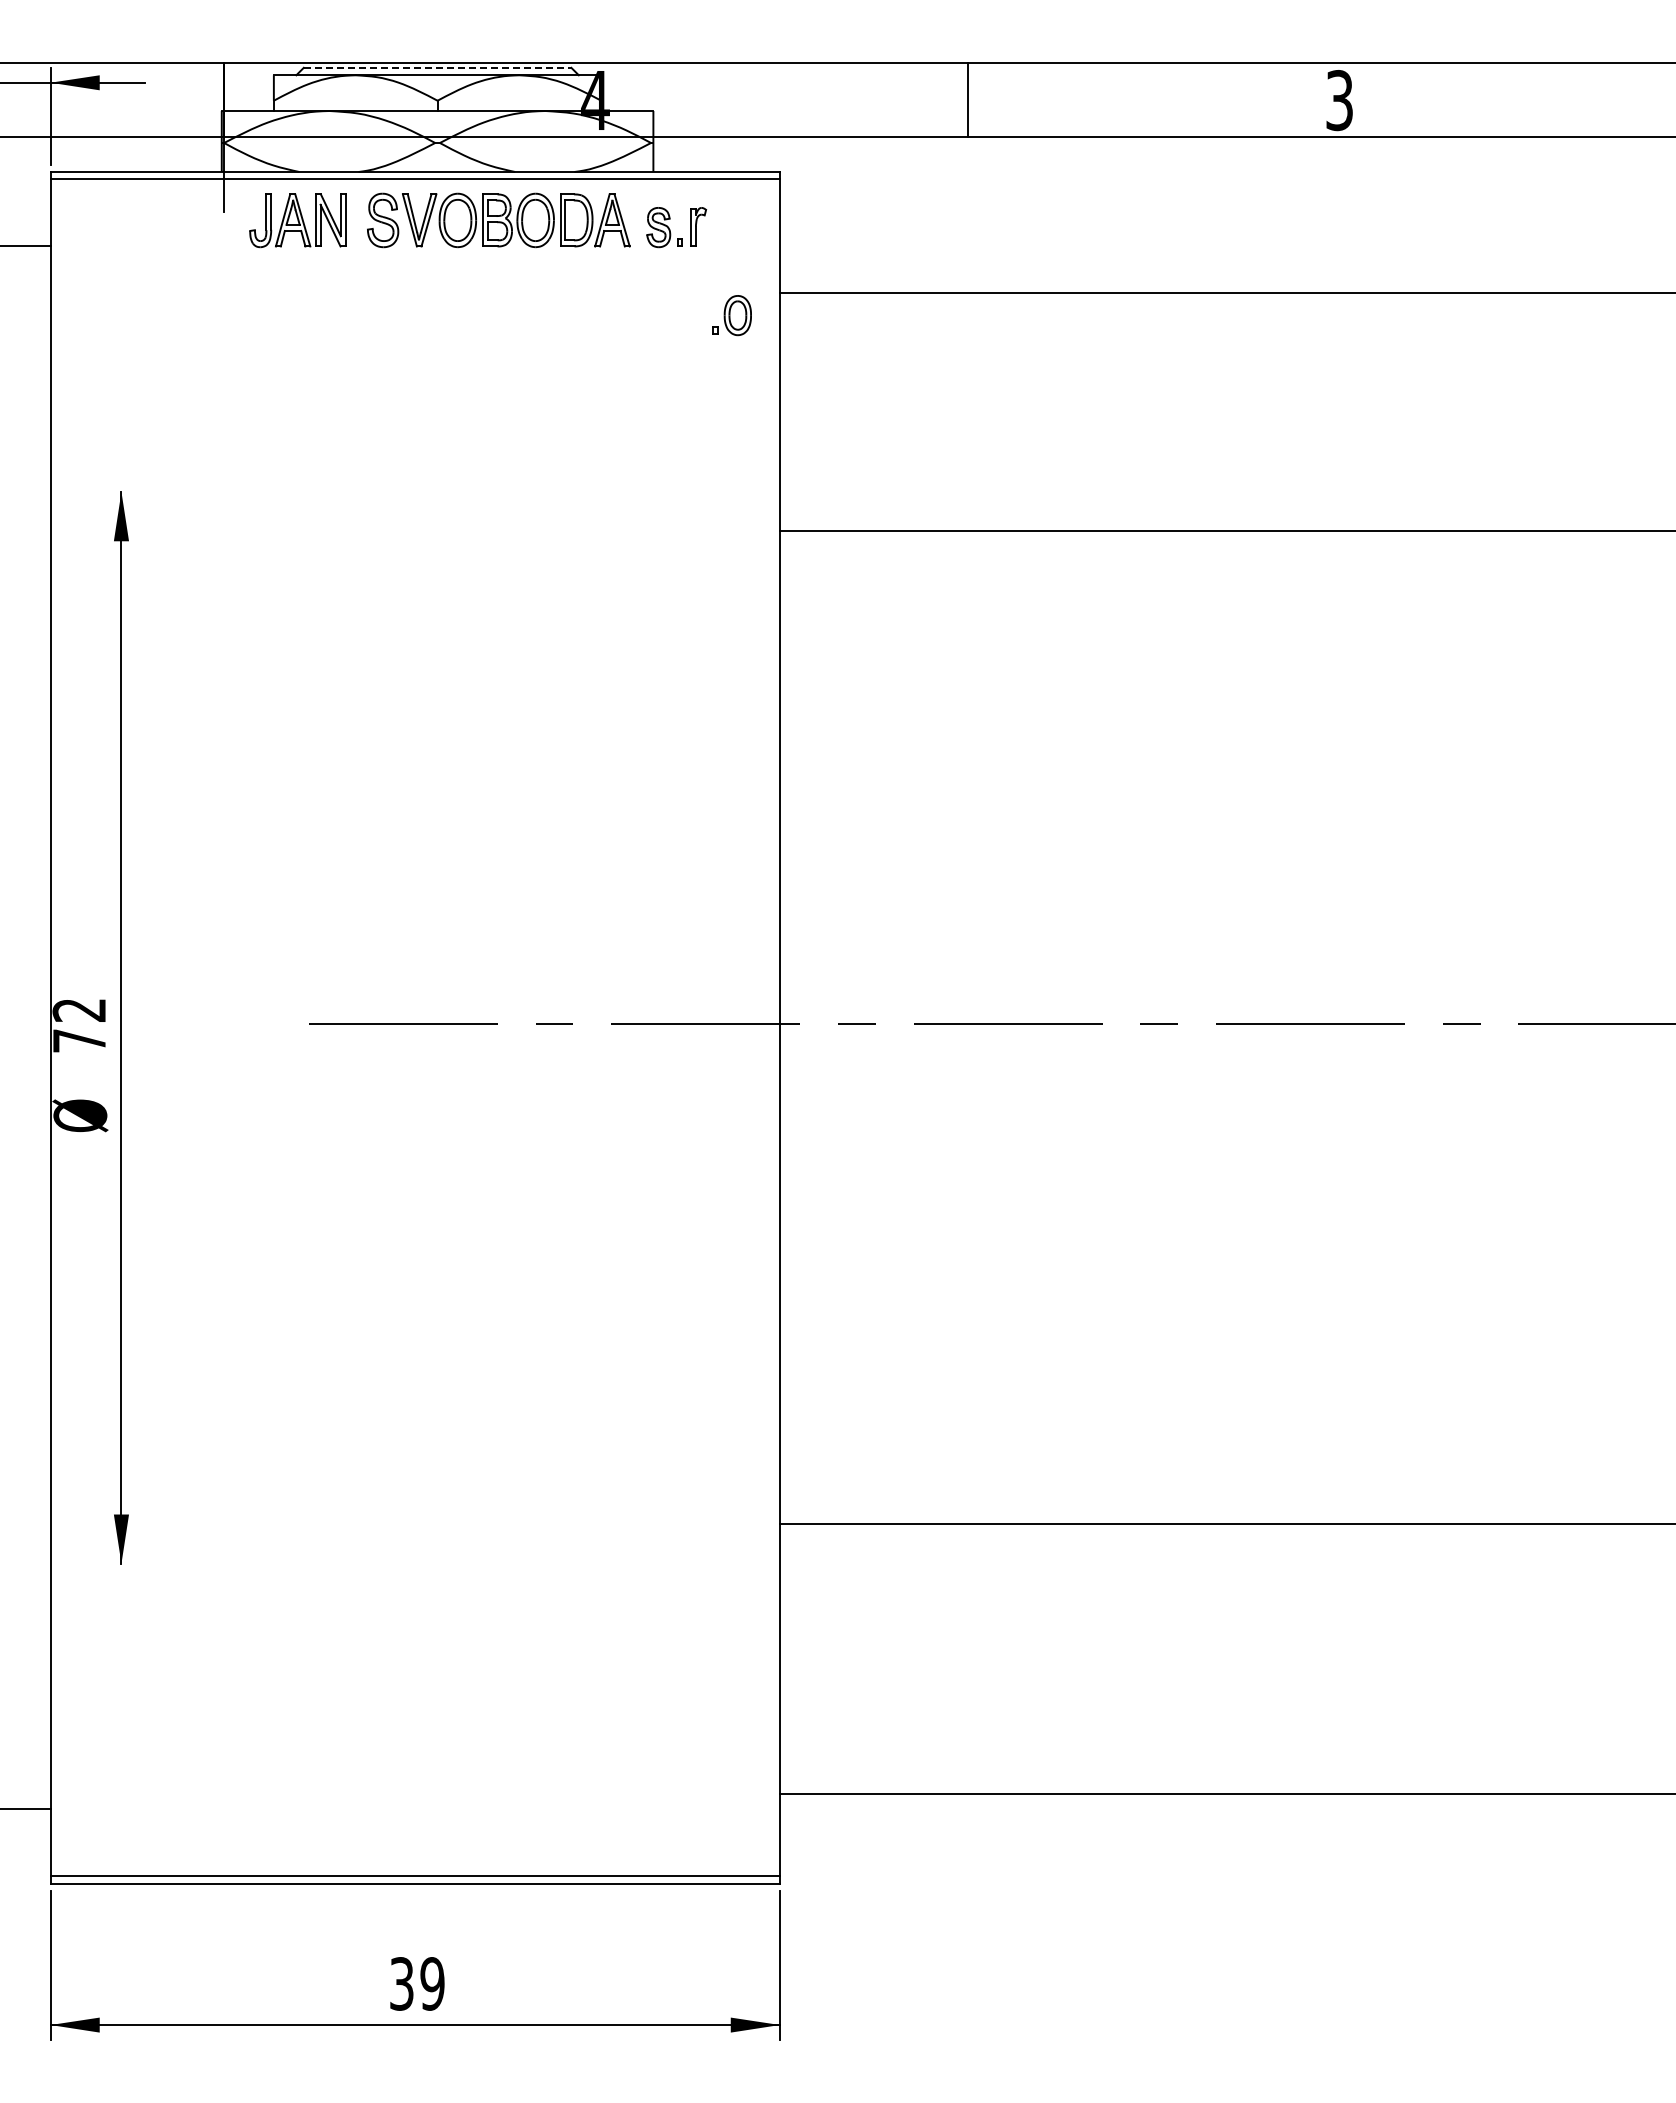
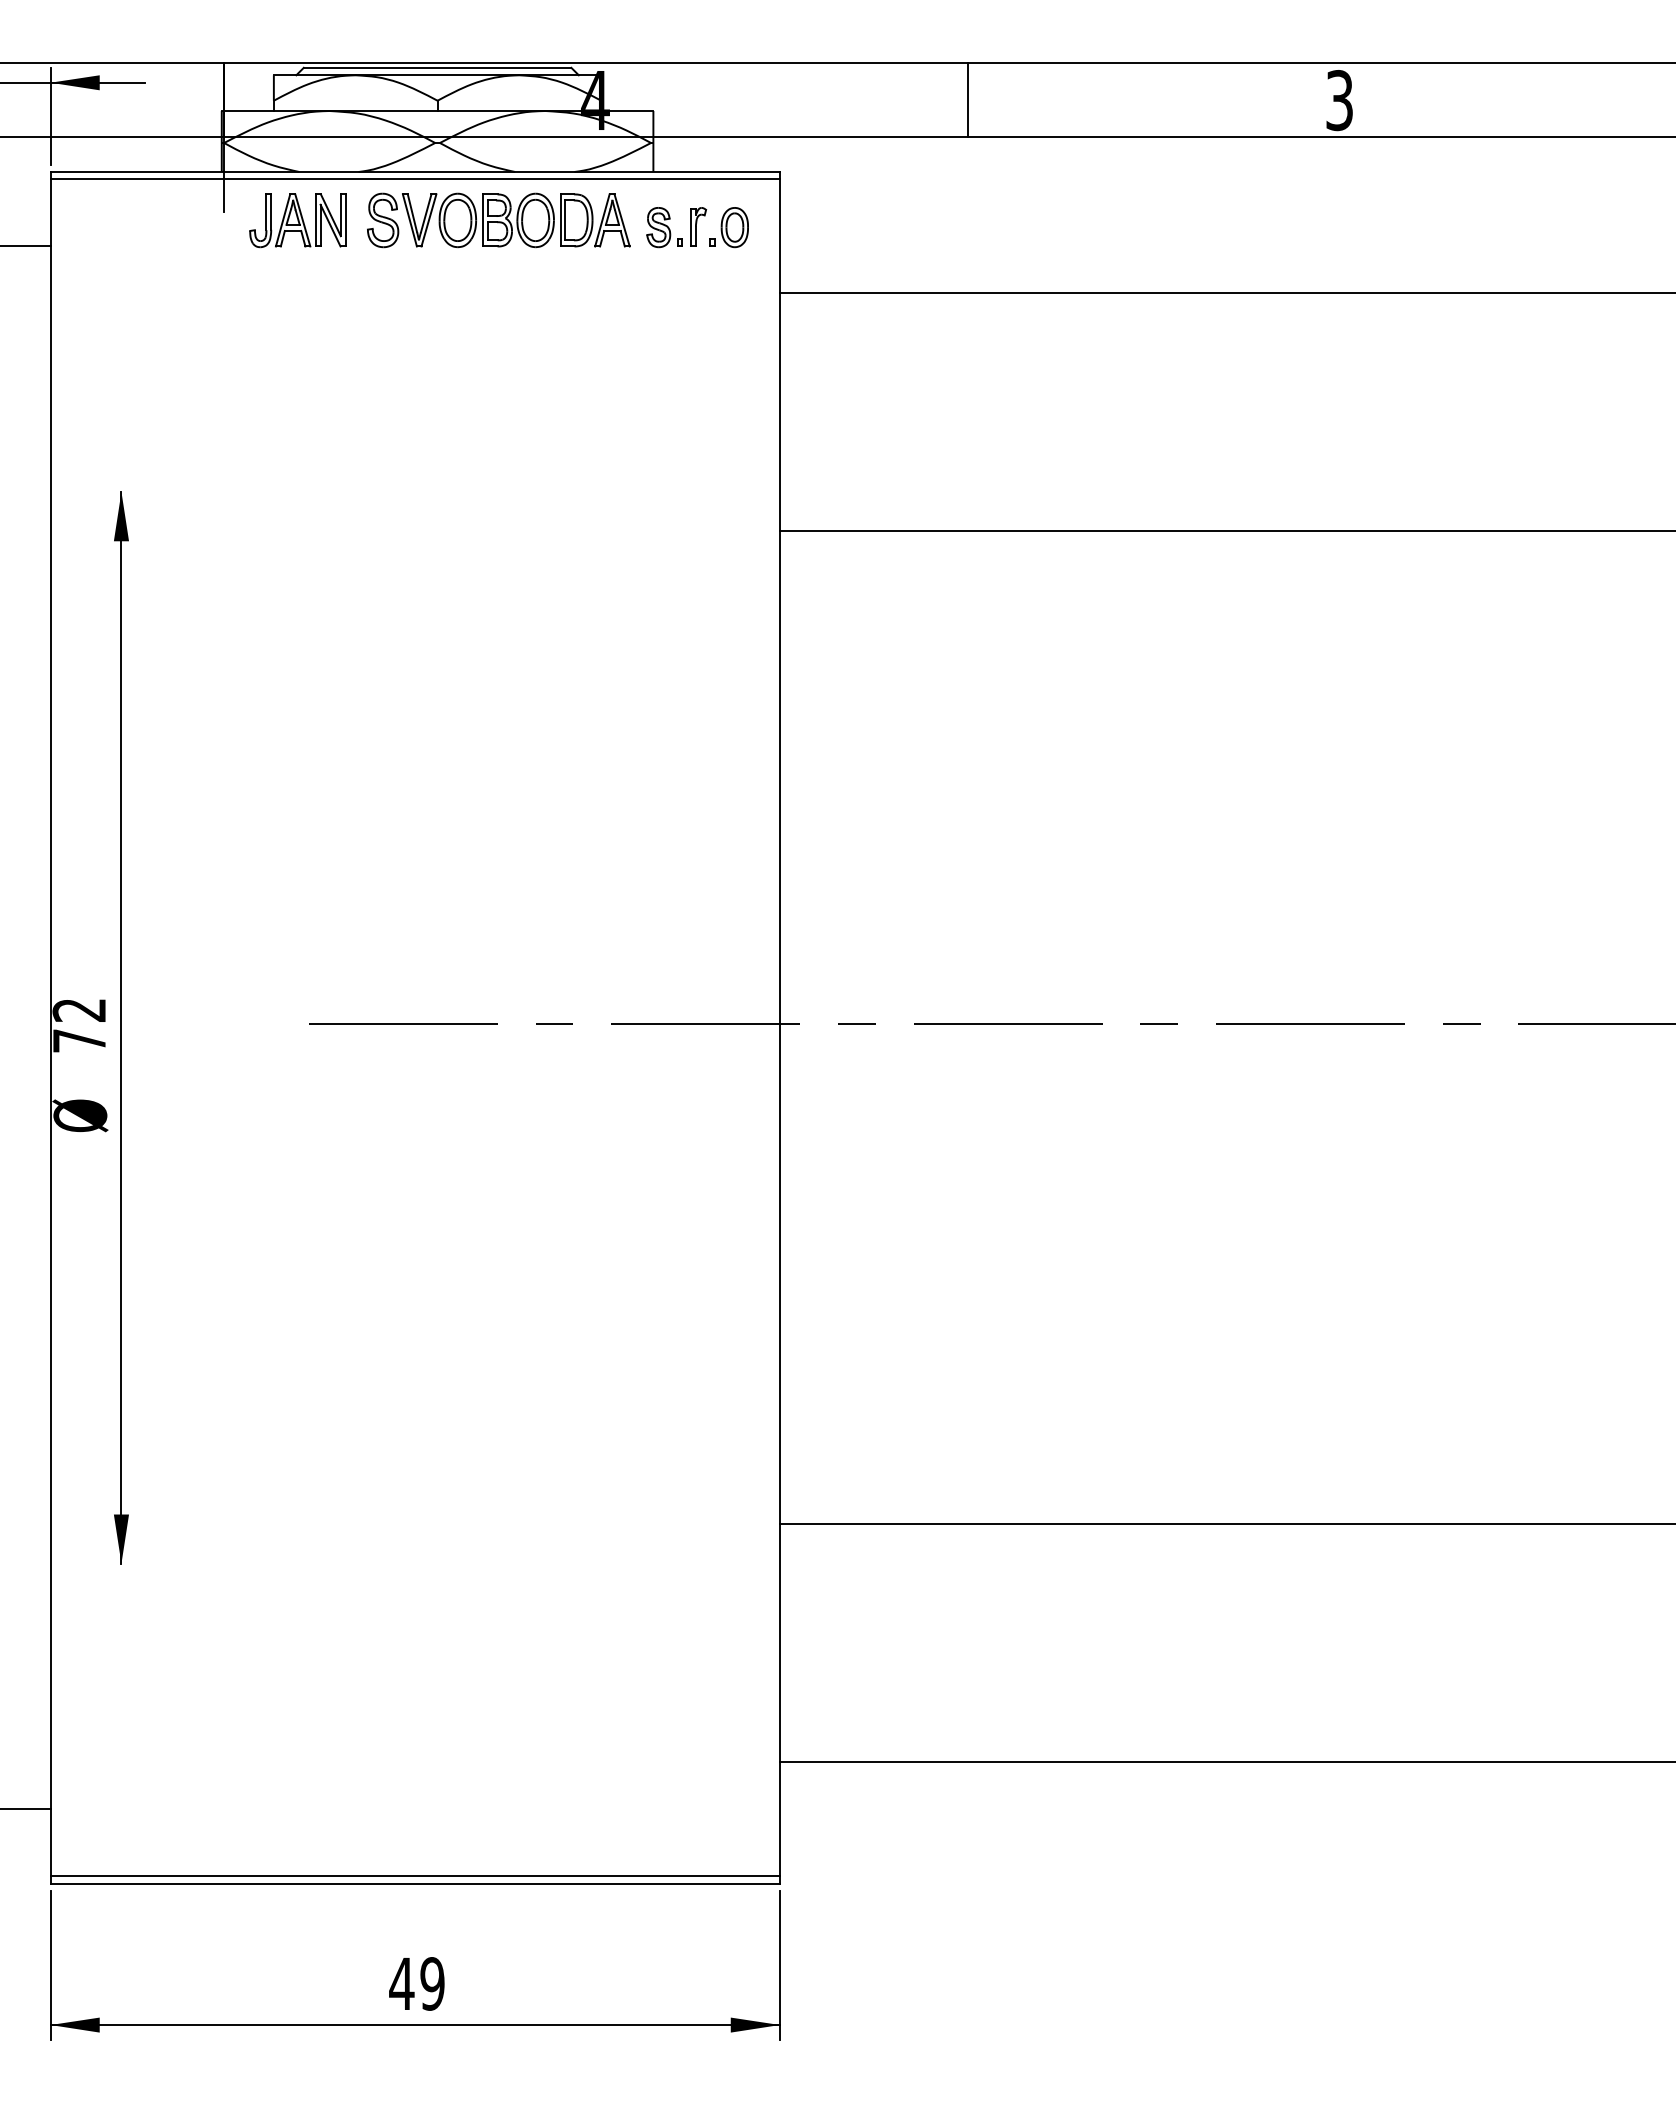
line at (437, 67): dashed -> solid
part at (731, 315) position: (731, 315) -> (728, 227)
line at (1225, 1794) position: (1225, 1794) -> (1225, 1762)
text at (401, 1983): 39 -> 49
